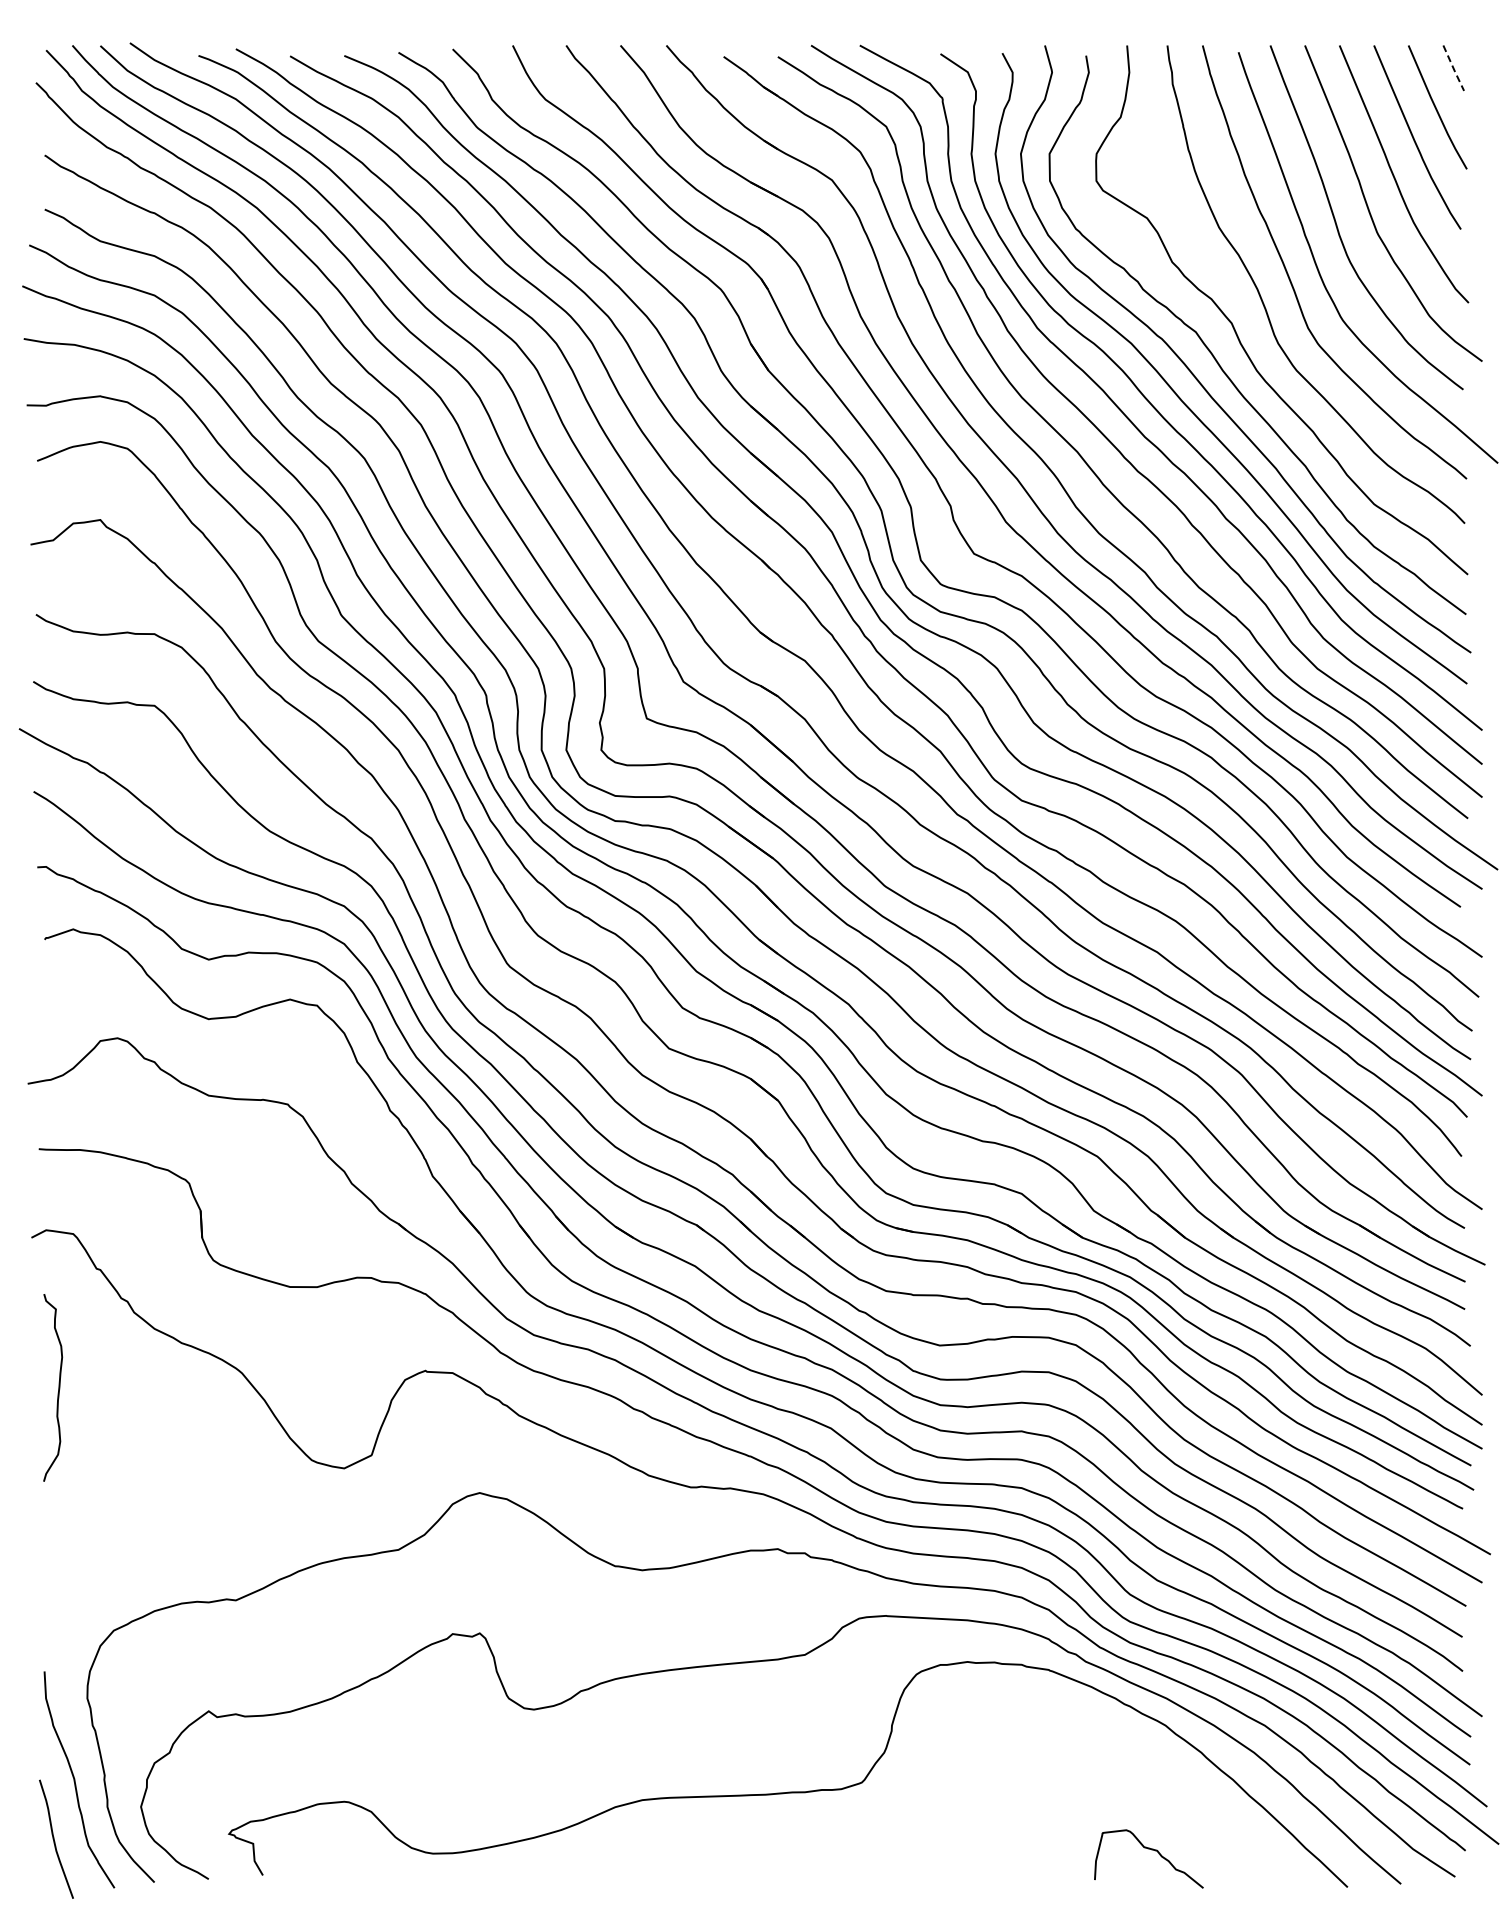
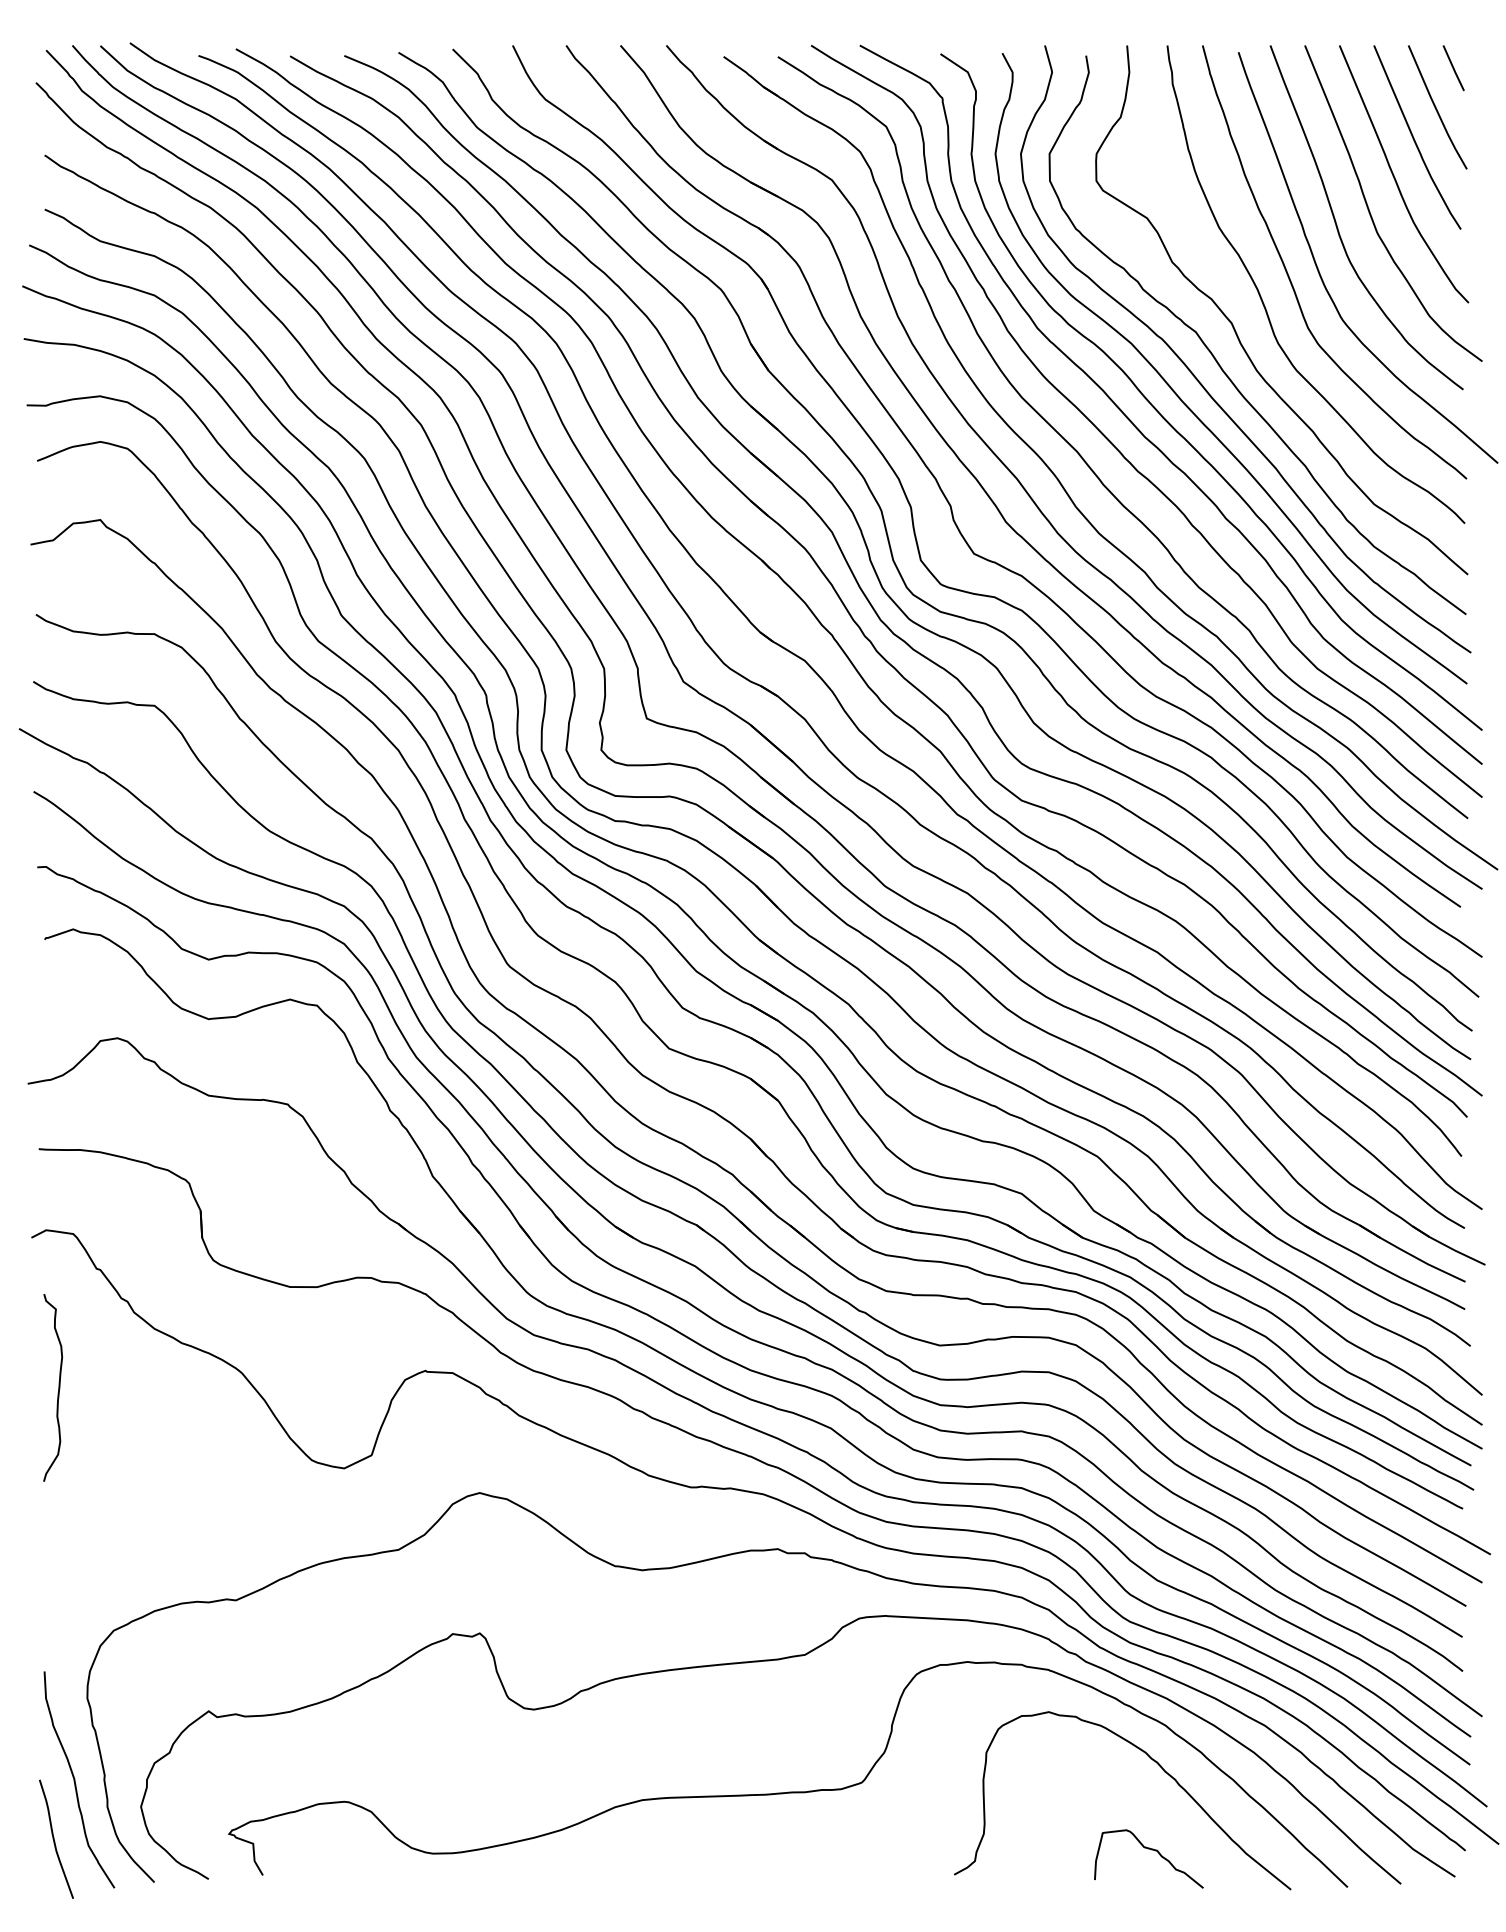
line at (1453, 68): dashed -> solid
curve at (1153, 1761): none -> present
